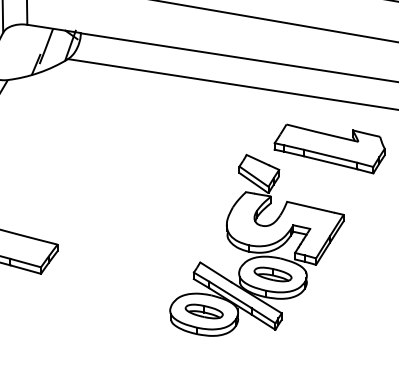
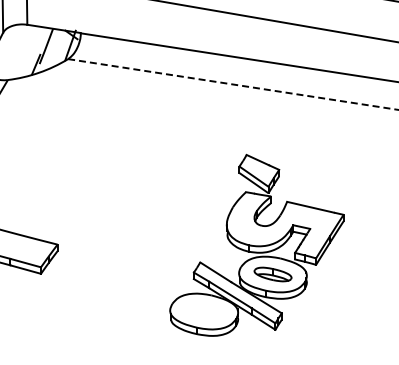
line at (234, 84): solid -> dashed
part at (329, 148): present -> none
part at (203, 311): present -> none
